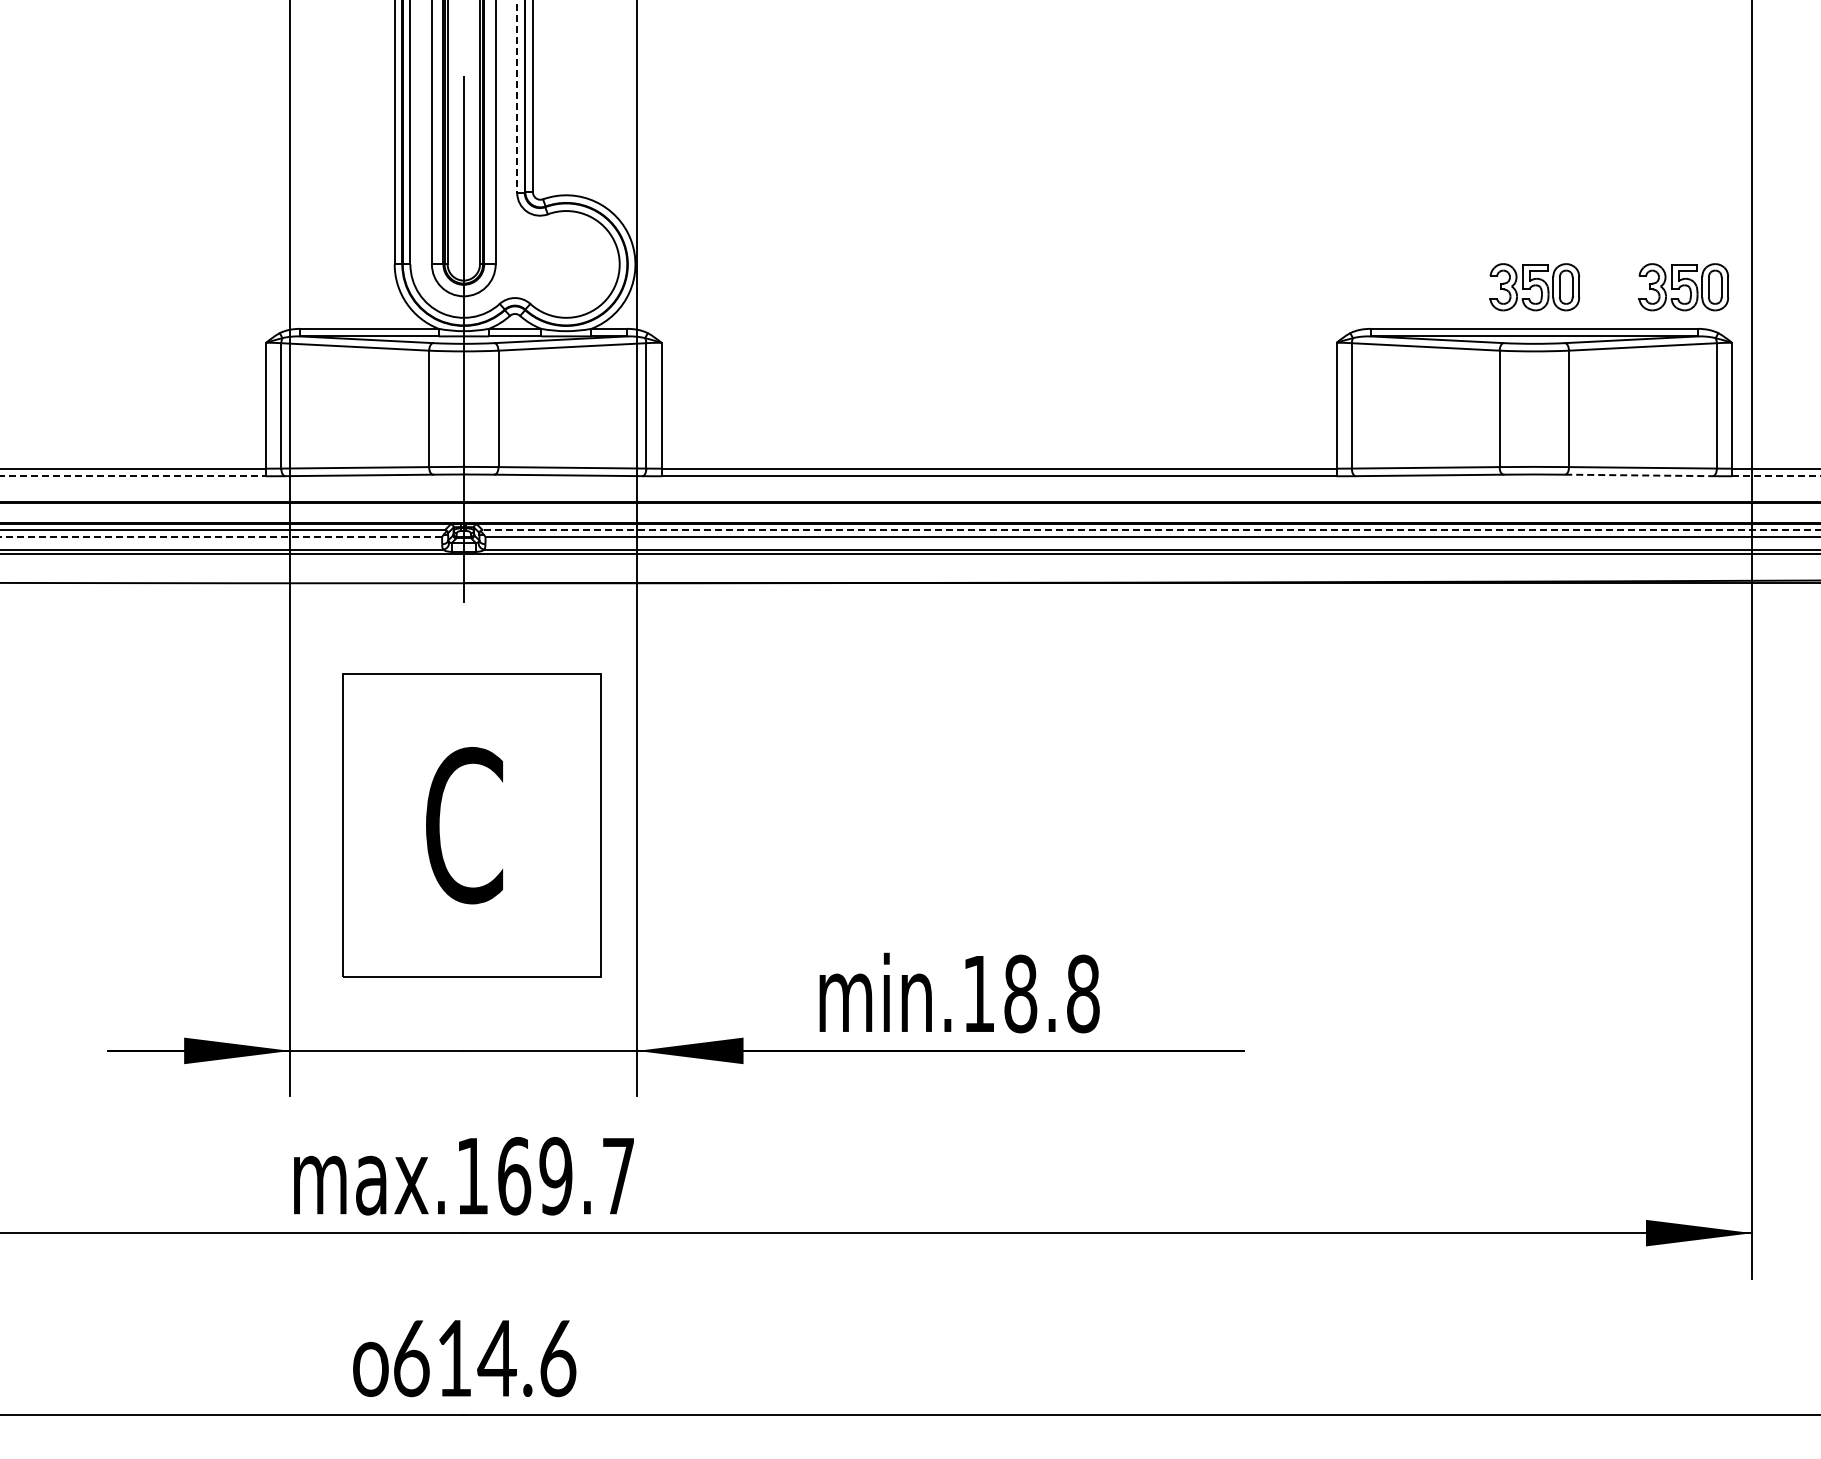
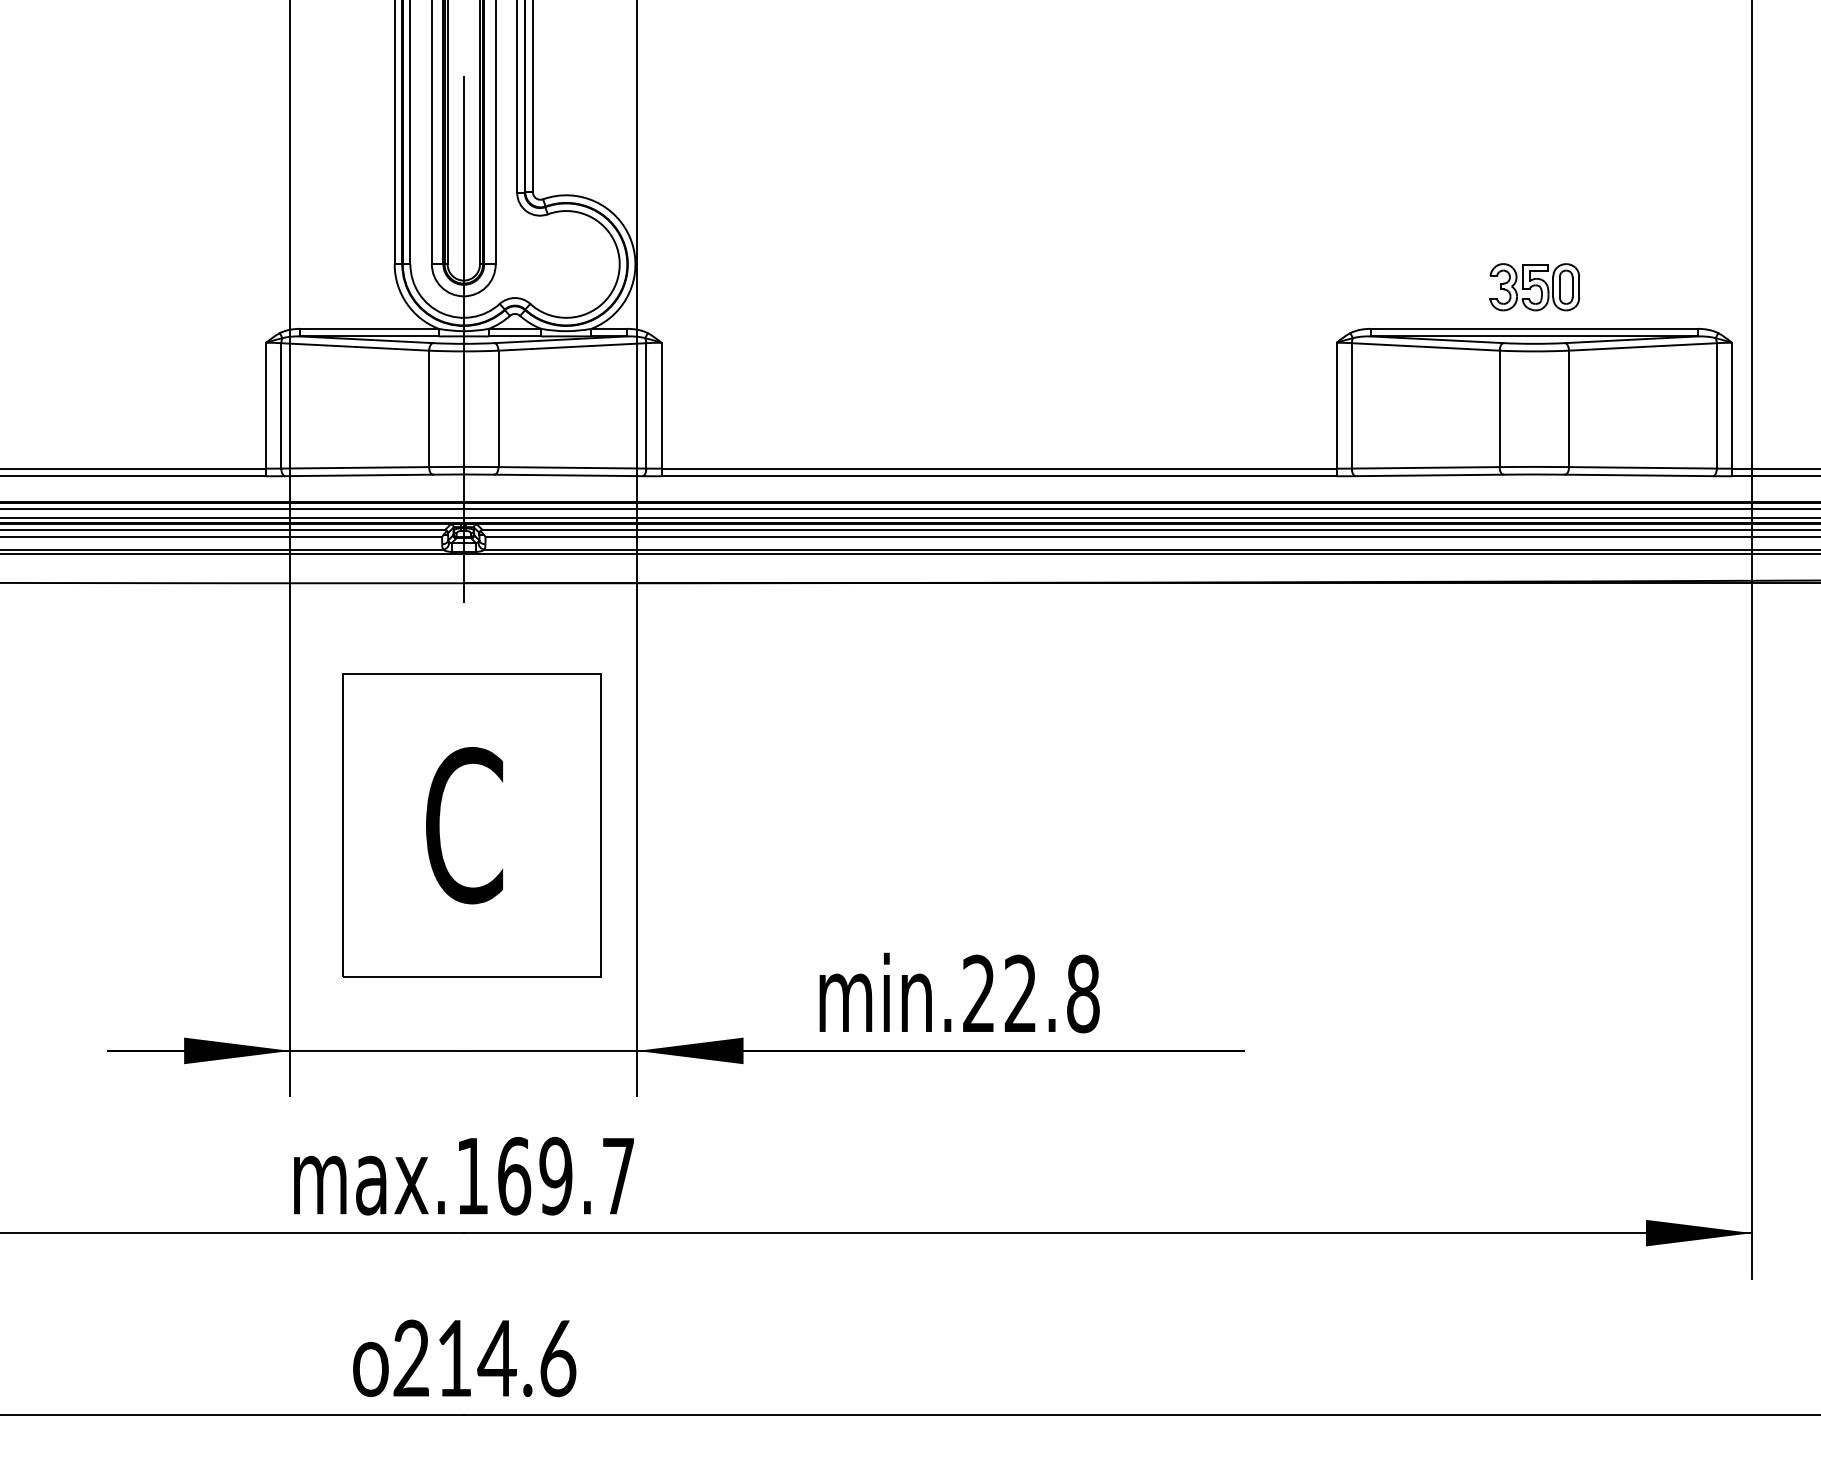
line at (517, 97): dashed -> solid
part at (1683, 287): present -> none
line at (1639, 475): dashed -> solid
line at (133, 476): dashed -> solid
line at (1776, 476): dashed -> solid
line at (909, 508): none -> present
line at (909, 517): none -> present
line at (1151, 529): dashed -> solid
line at (221, 536): dashed -> solid
text at (1000, 993): min.18.8 -> min.22.8
text at (411, 1358): 614.6 -> 214.6
